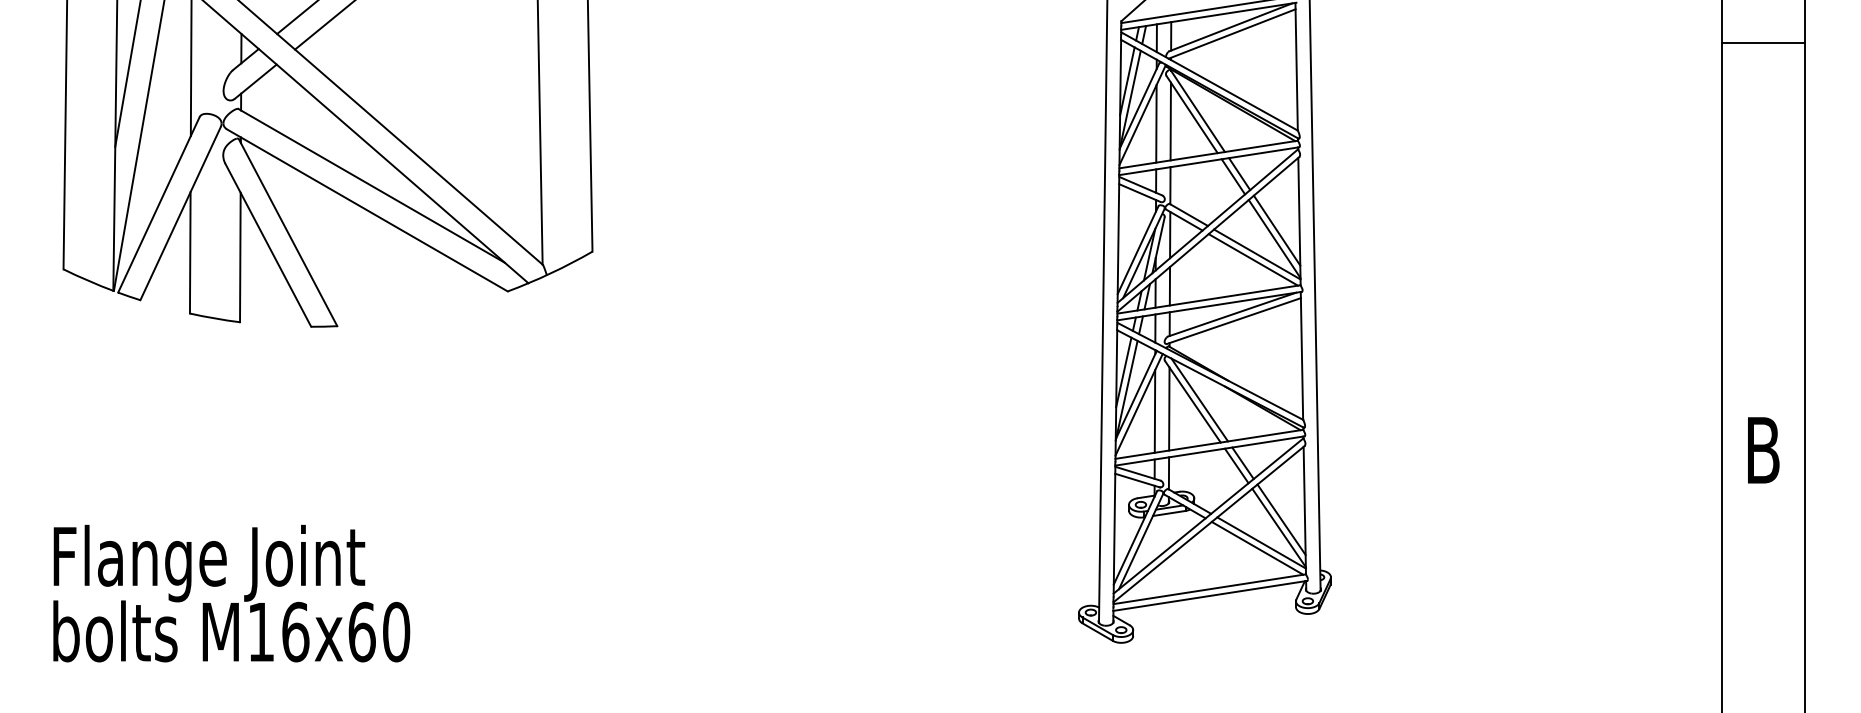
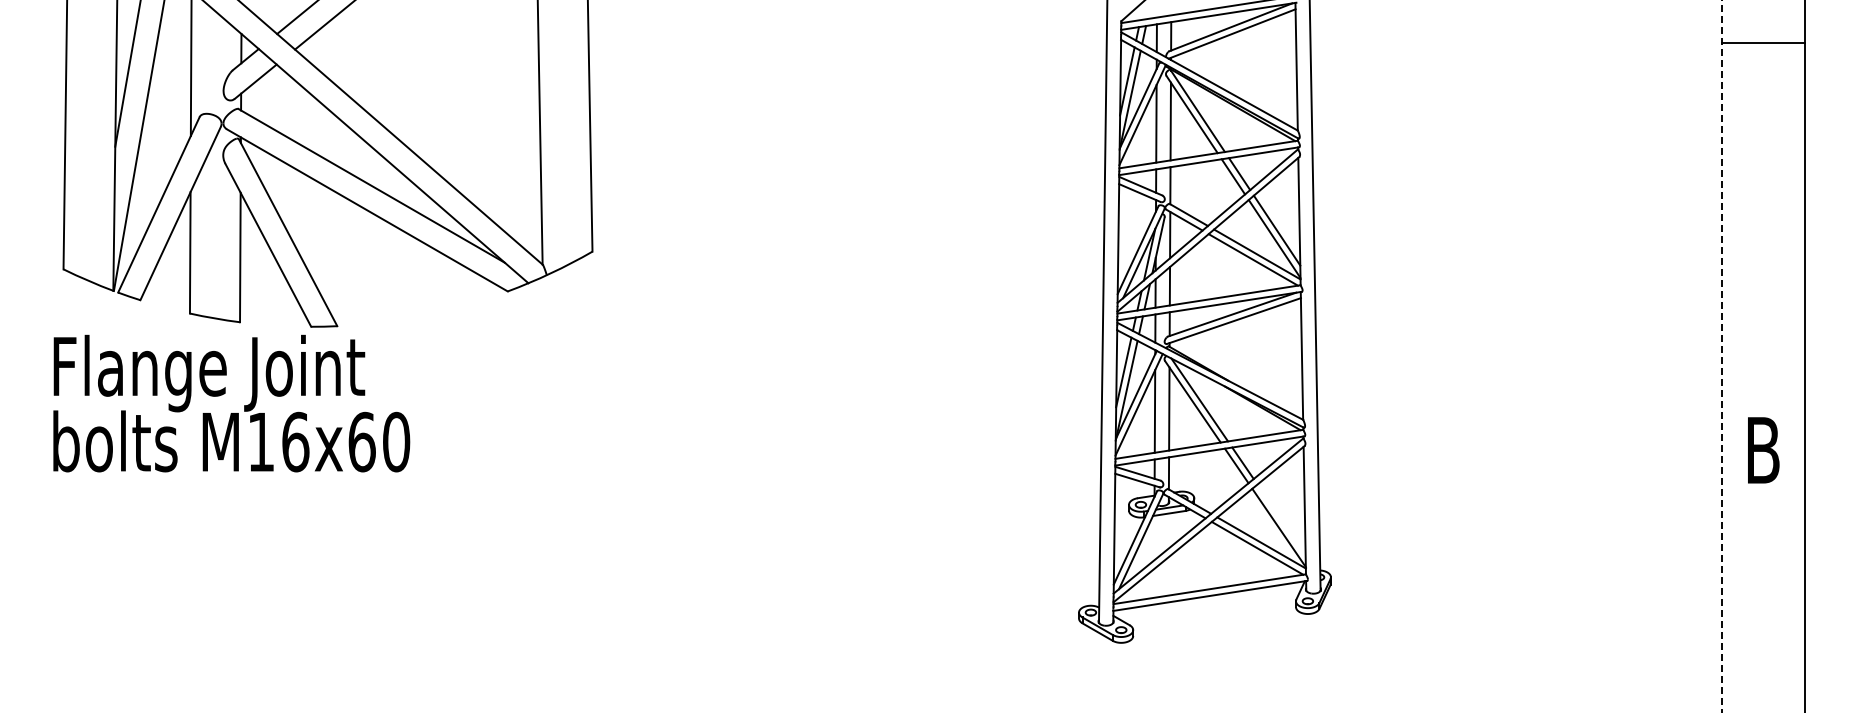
line at (1721, 357): solid -> dashed
line at (1281, 519): present -> none
text at (231, 593) position: (231, 593) -> (231, 403)
